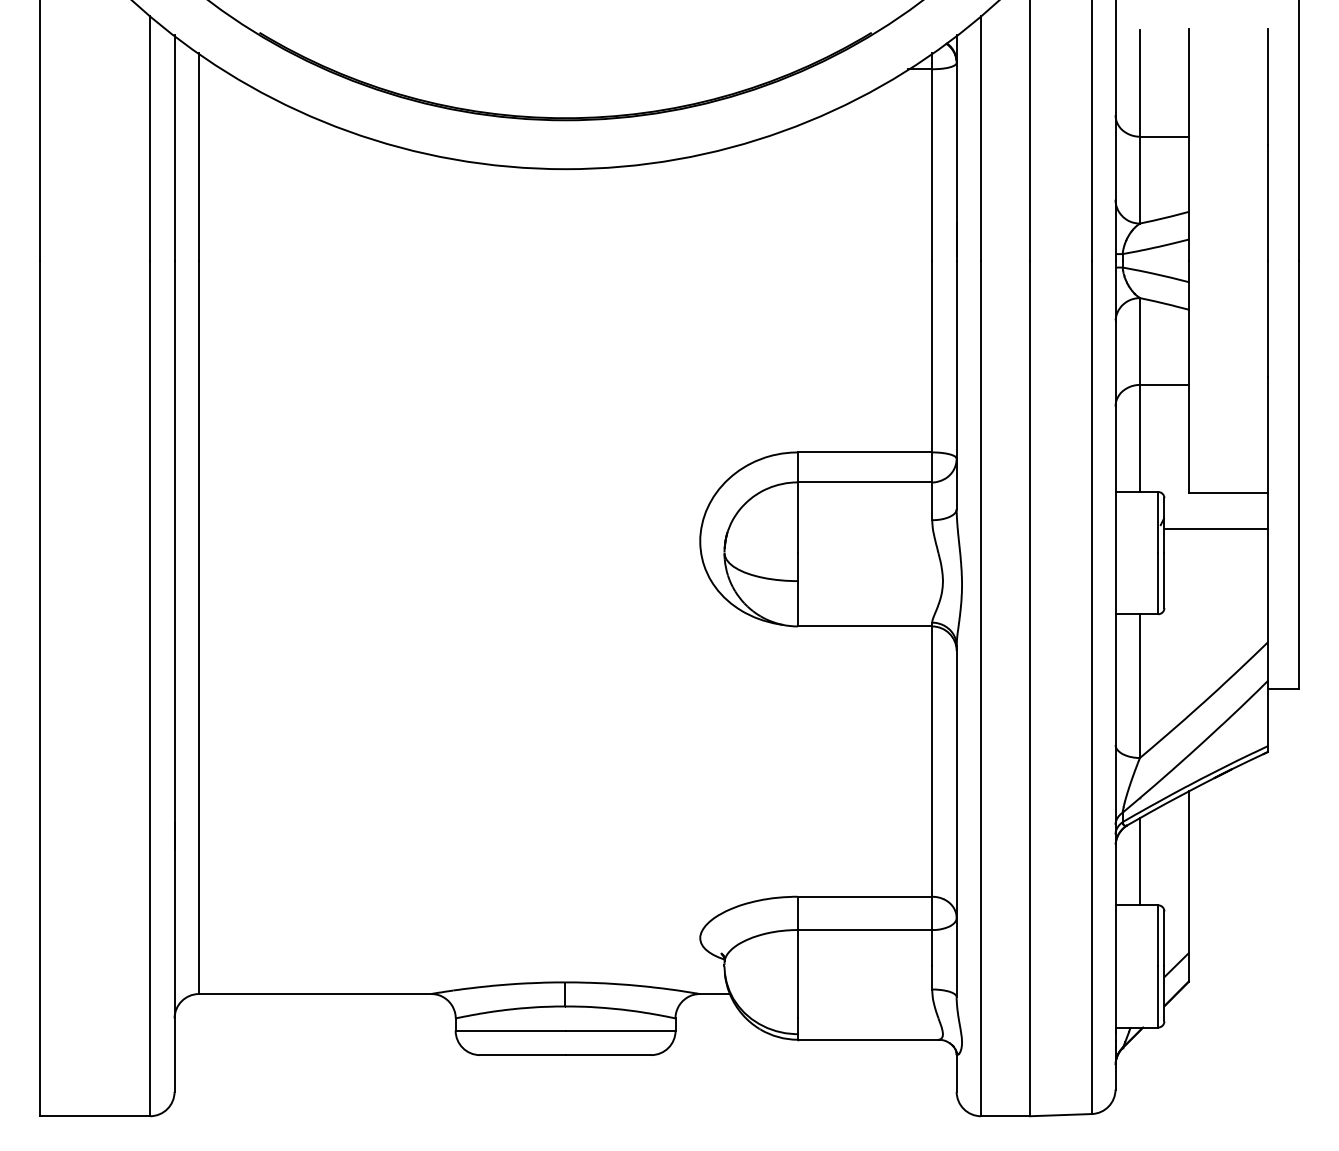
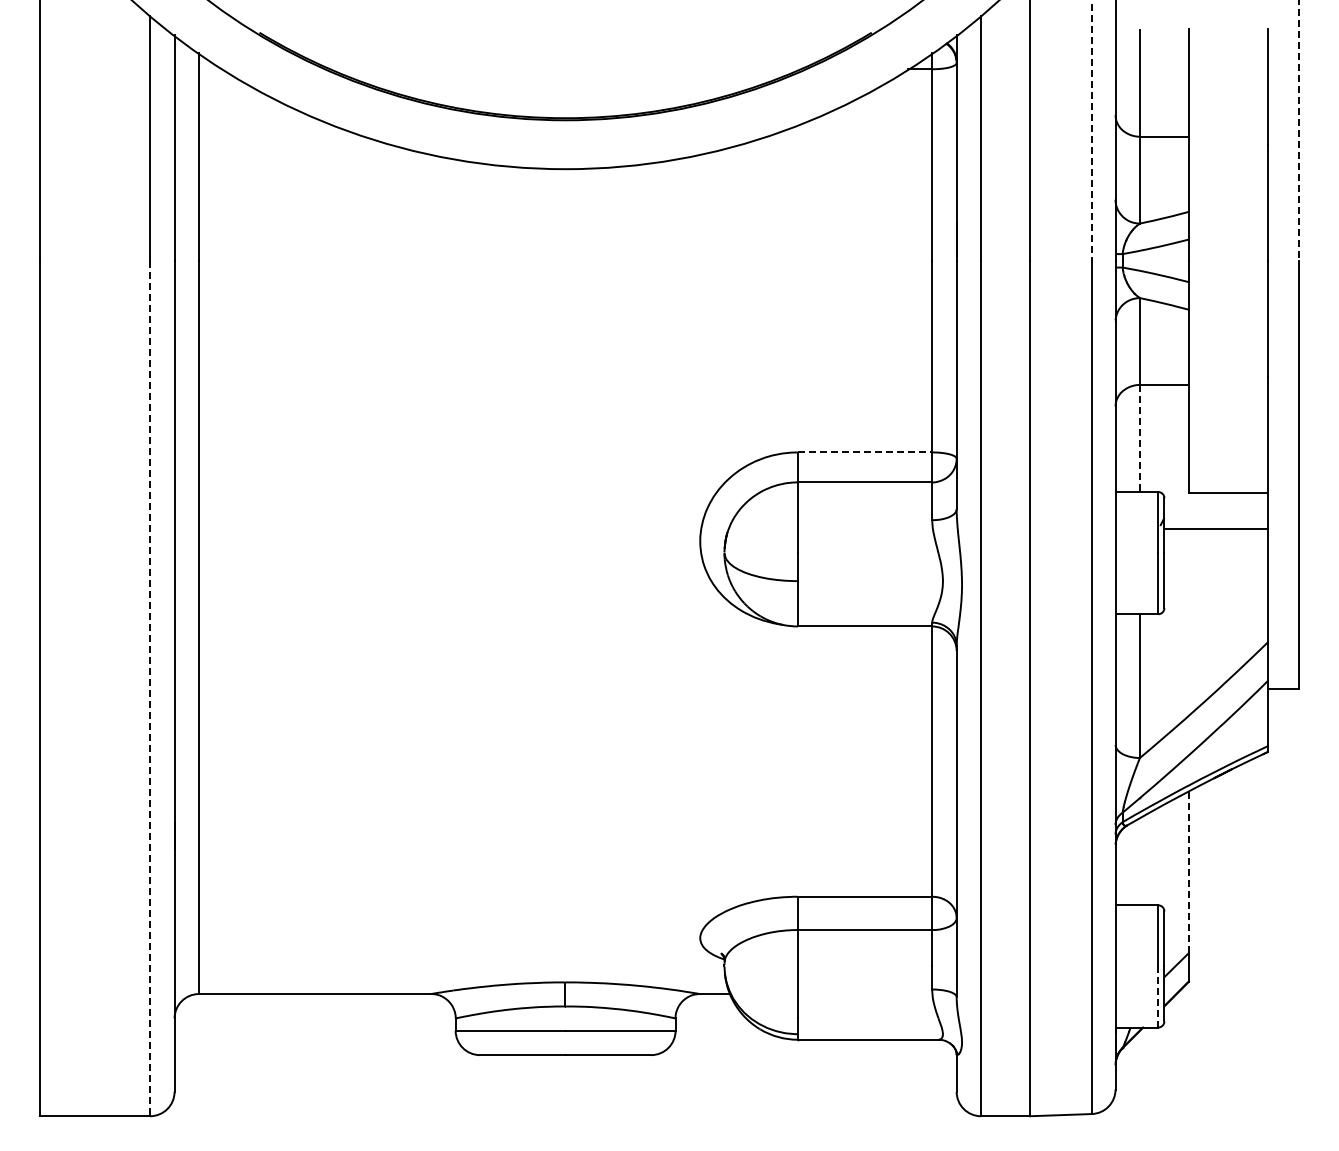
line at (1091, 130): solid -> dashed
line at (1298, 130): solid -> dashed
line at (1139, 438): solid -> dashed
line at (865, 452): solid -> dashed
line at (150, 688): solid -> dashed
line at (1139, 861): present -> none
line at (1188, 872): solid -> dashed
line at (1158, 996): solid -> dashed
